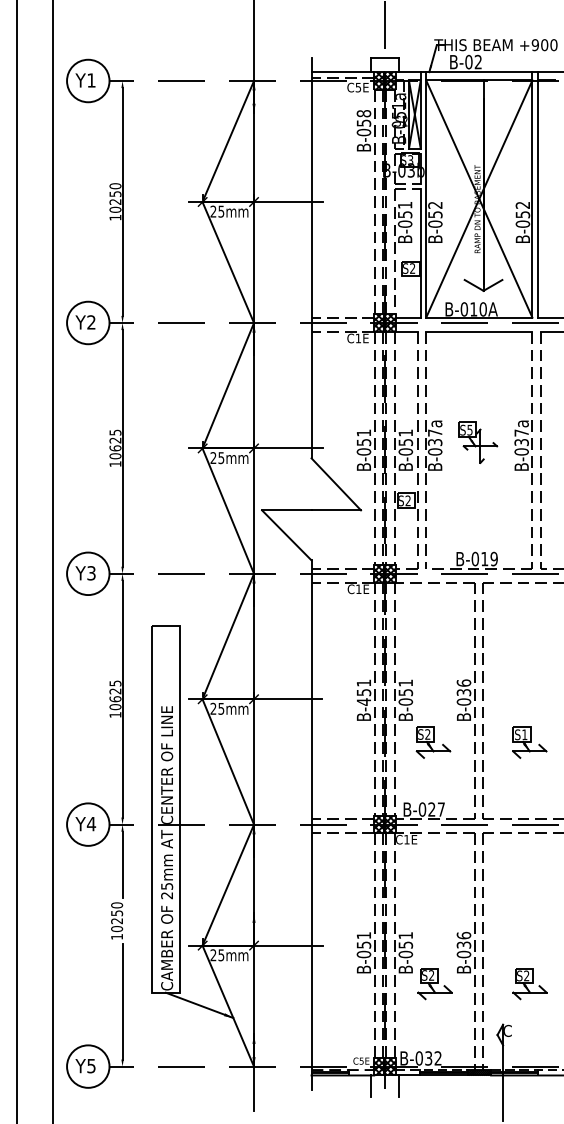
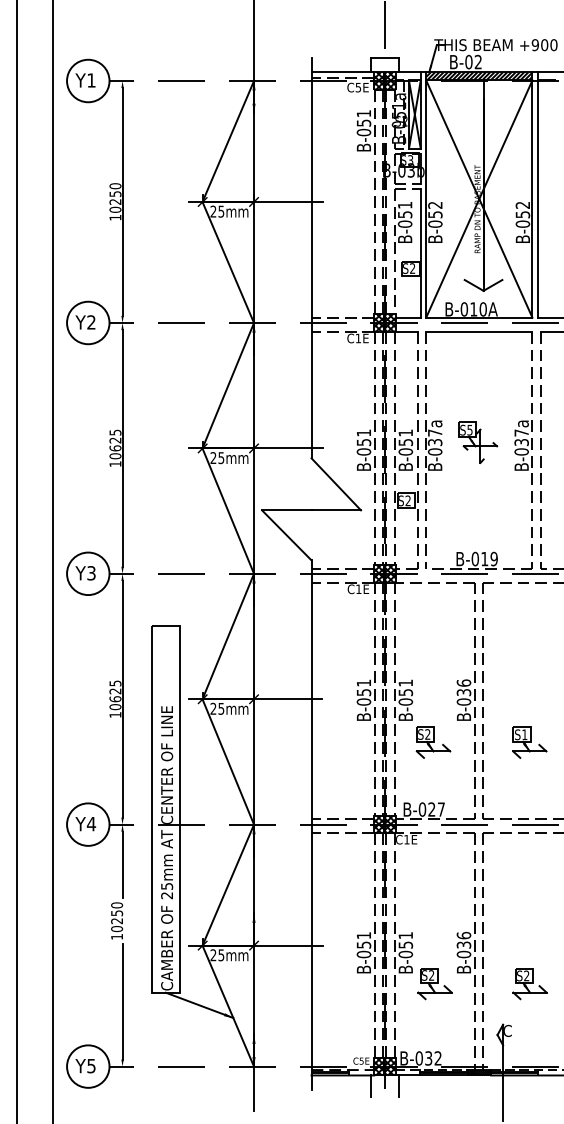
hatch at (479, 76): none -> present
text at (363, 113): B-058 -> B-051
text at (363, 701): B-451 -> B-051
